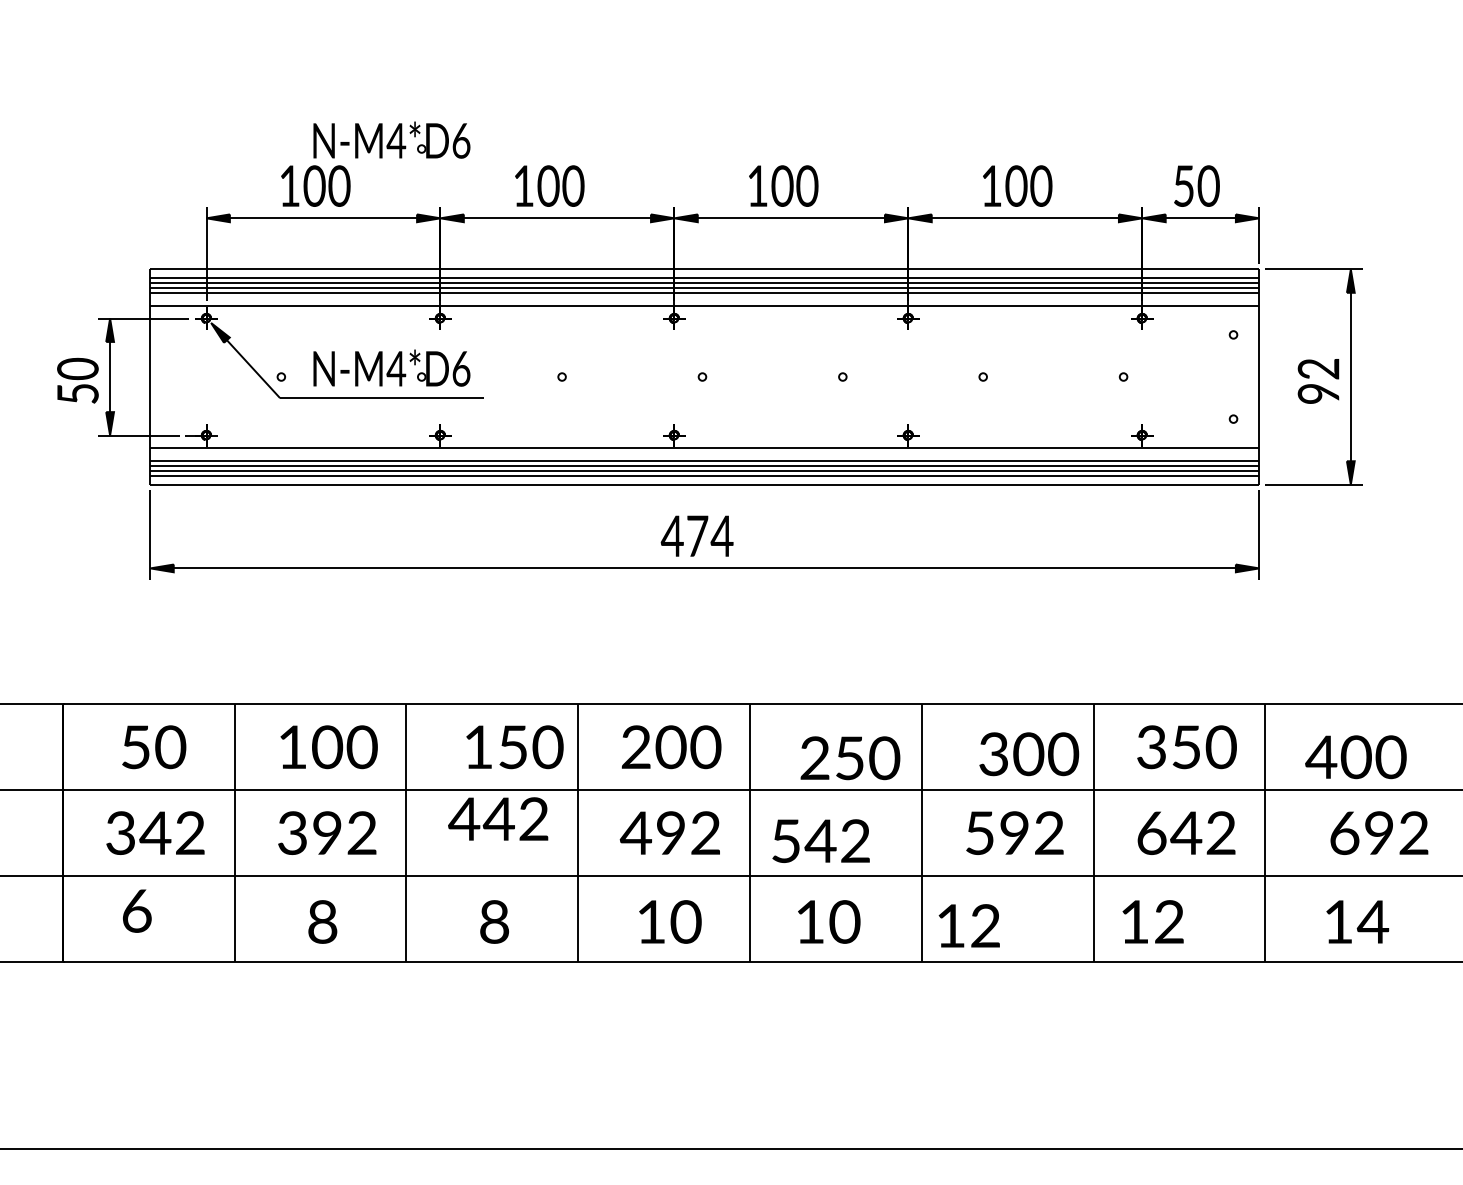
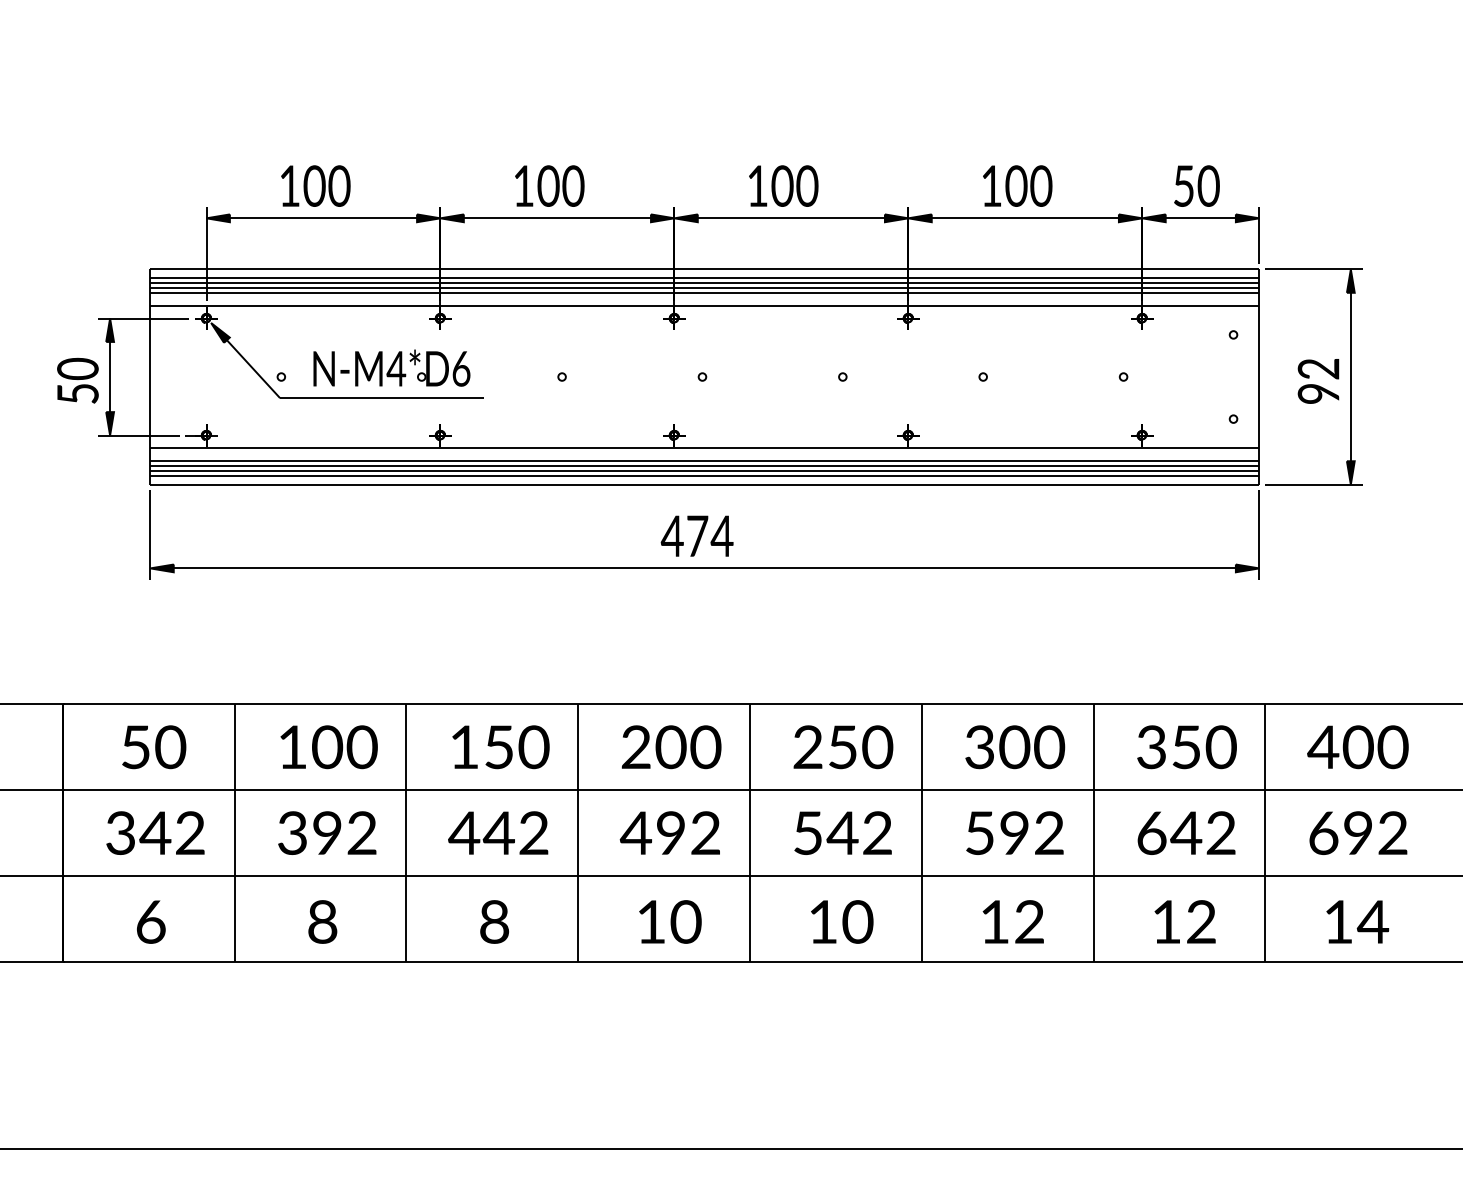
part at (391, 139): present -> none
text at (514, 747) position: (514, 747) -> (500, 747)
text at (1029, 754) position: (1029, 754) -> (1015, 747)
text at (1355, 757) position: (1355, 757) -> (1357, 747)
text at (850, 758) position: (850, 758) -> (843, 747)
text at (498, 818) position: (498, 818) -> (498, 832)
text at (1379, 832) position: (1379, 832) -> (1358, 832)
text at (820, 840) position: (820, 840) -> (842, 832)
text at (137, 910) position: (137, 910) -> (151, 921)
text at (829, 921) position: (829, 921) -> (842, 921)
text at (1152, 921) position: (1152, 921) -> (1184, 921)
text at (968, 925) position: (968, 925) -> (1012, 921)
